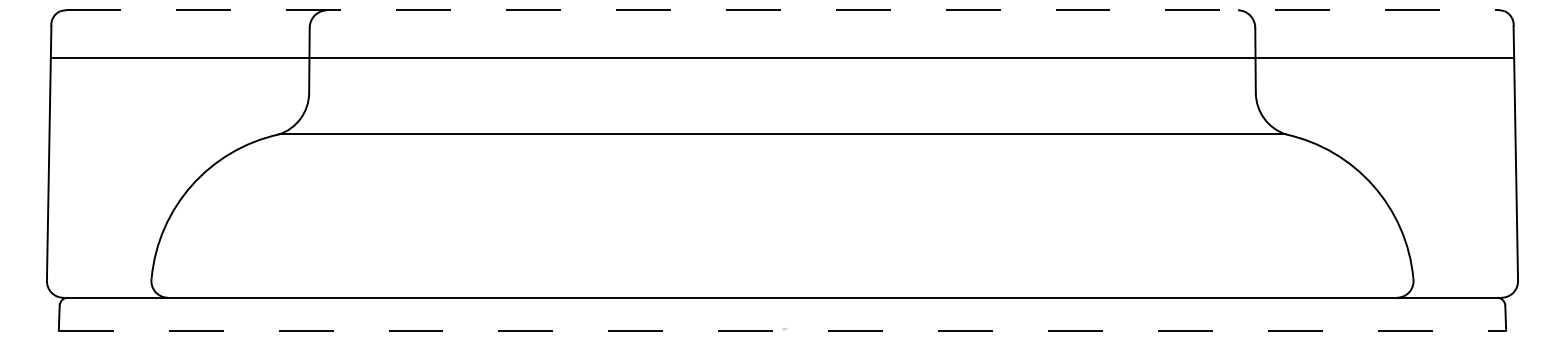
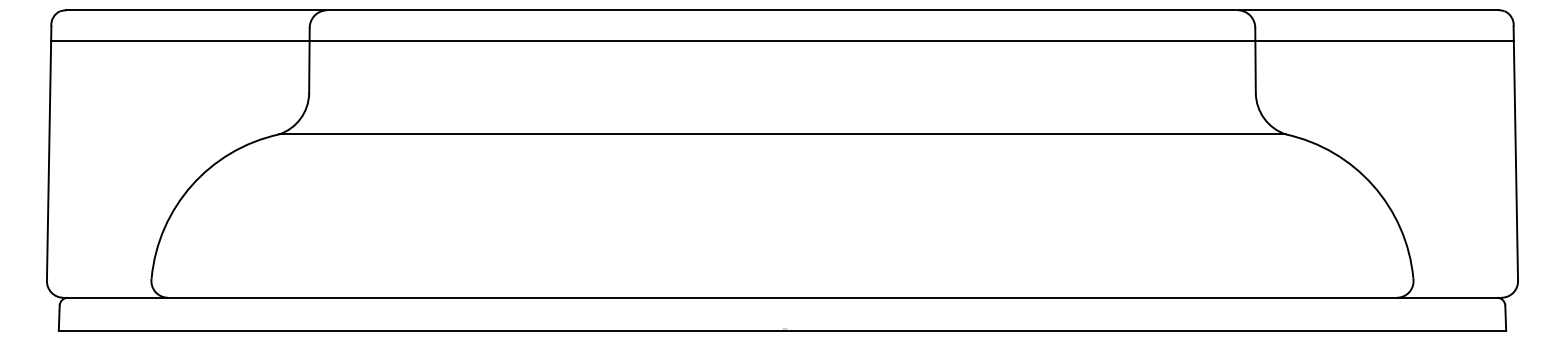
line at (783, 10): dashed -> solid
line at (782, 58) position: (782, 58) -> (782, 41)
line at (782, 330): dashed -> solid
